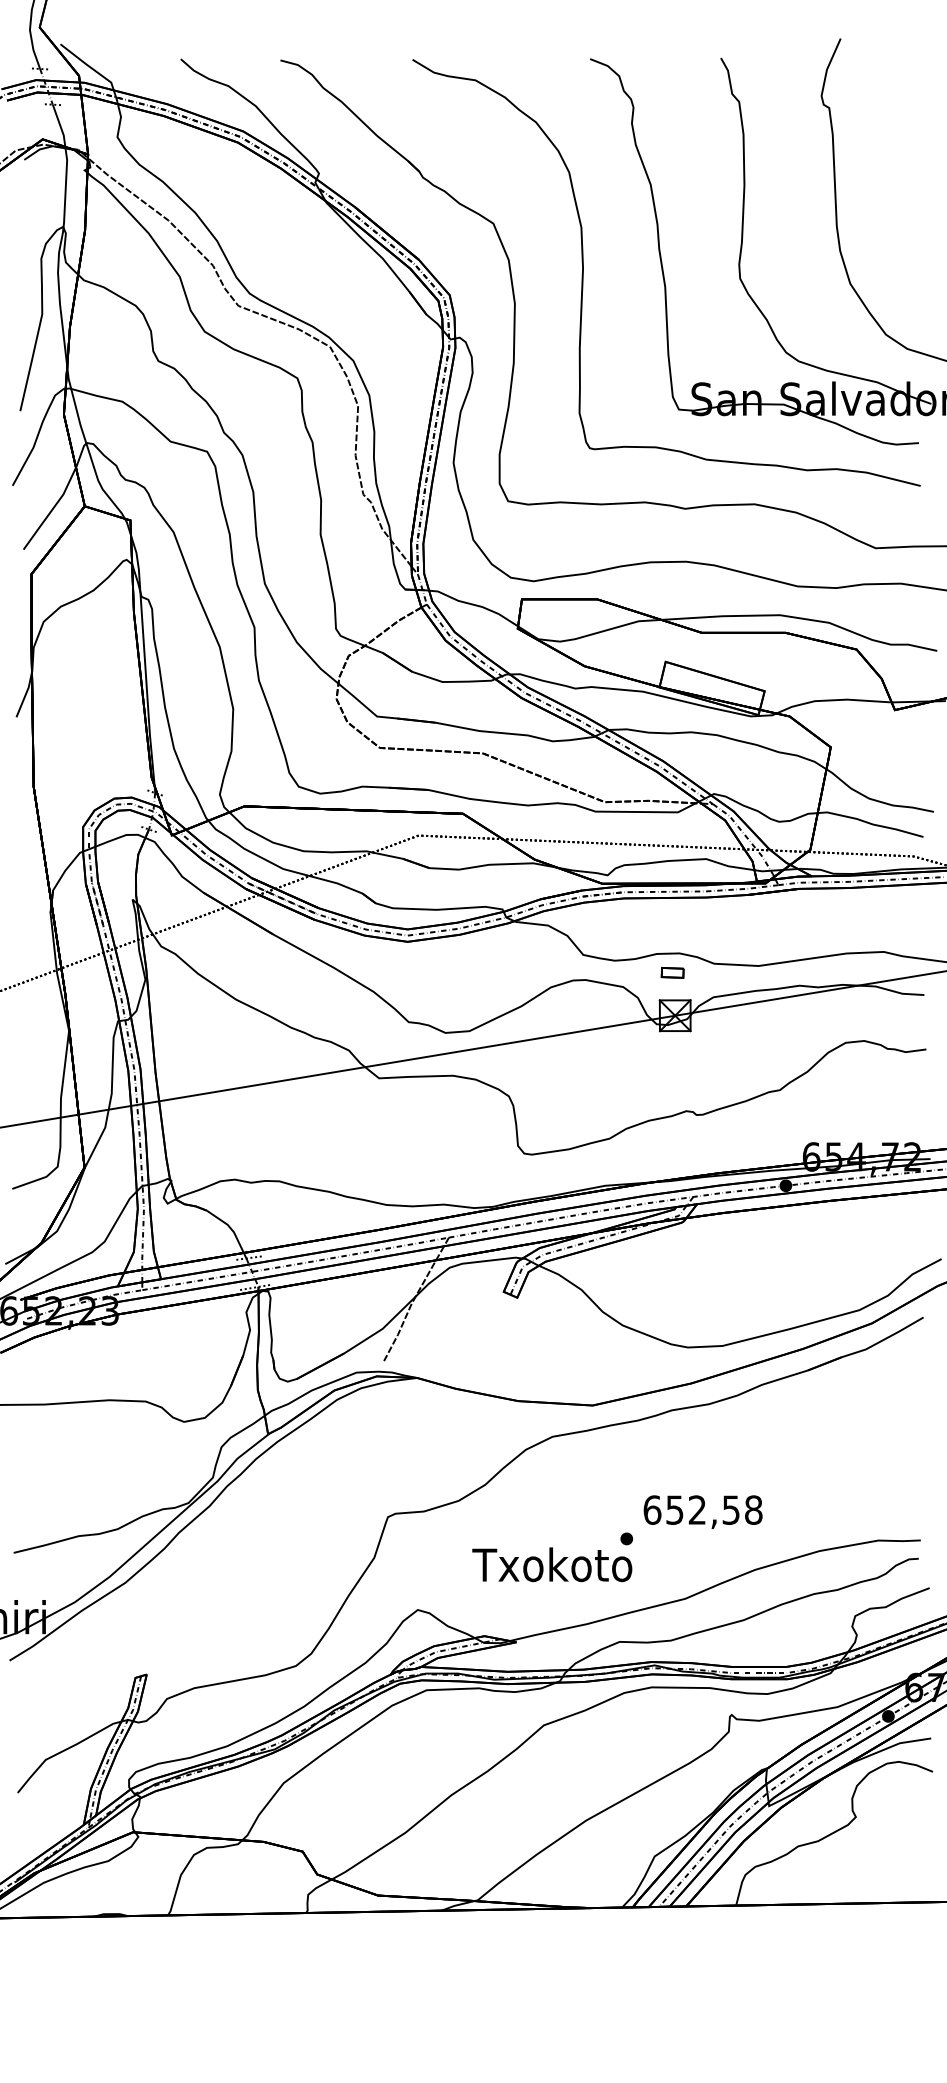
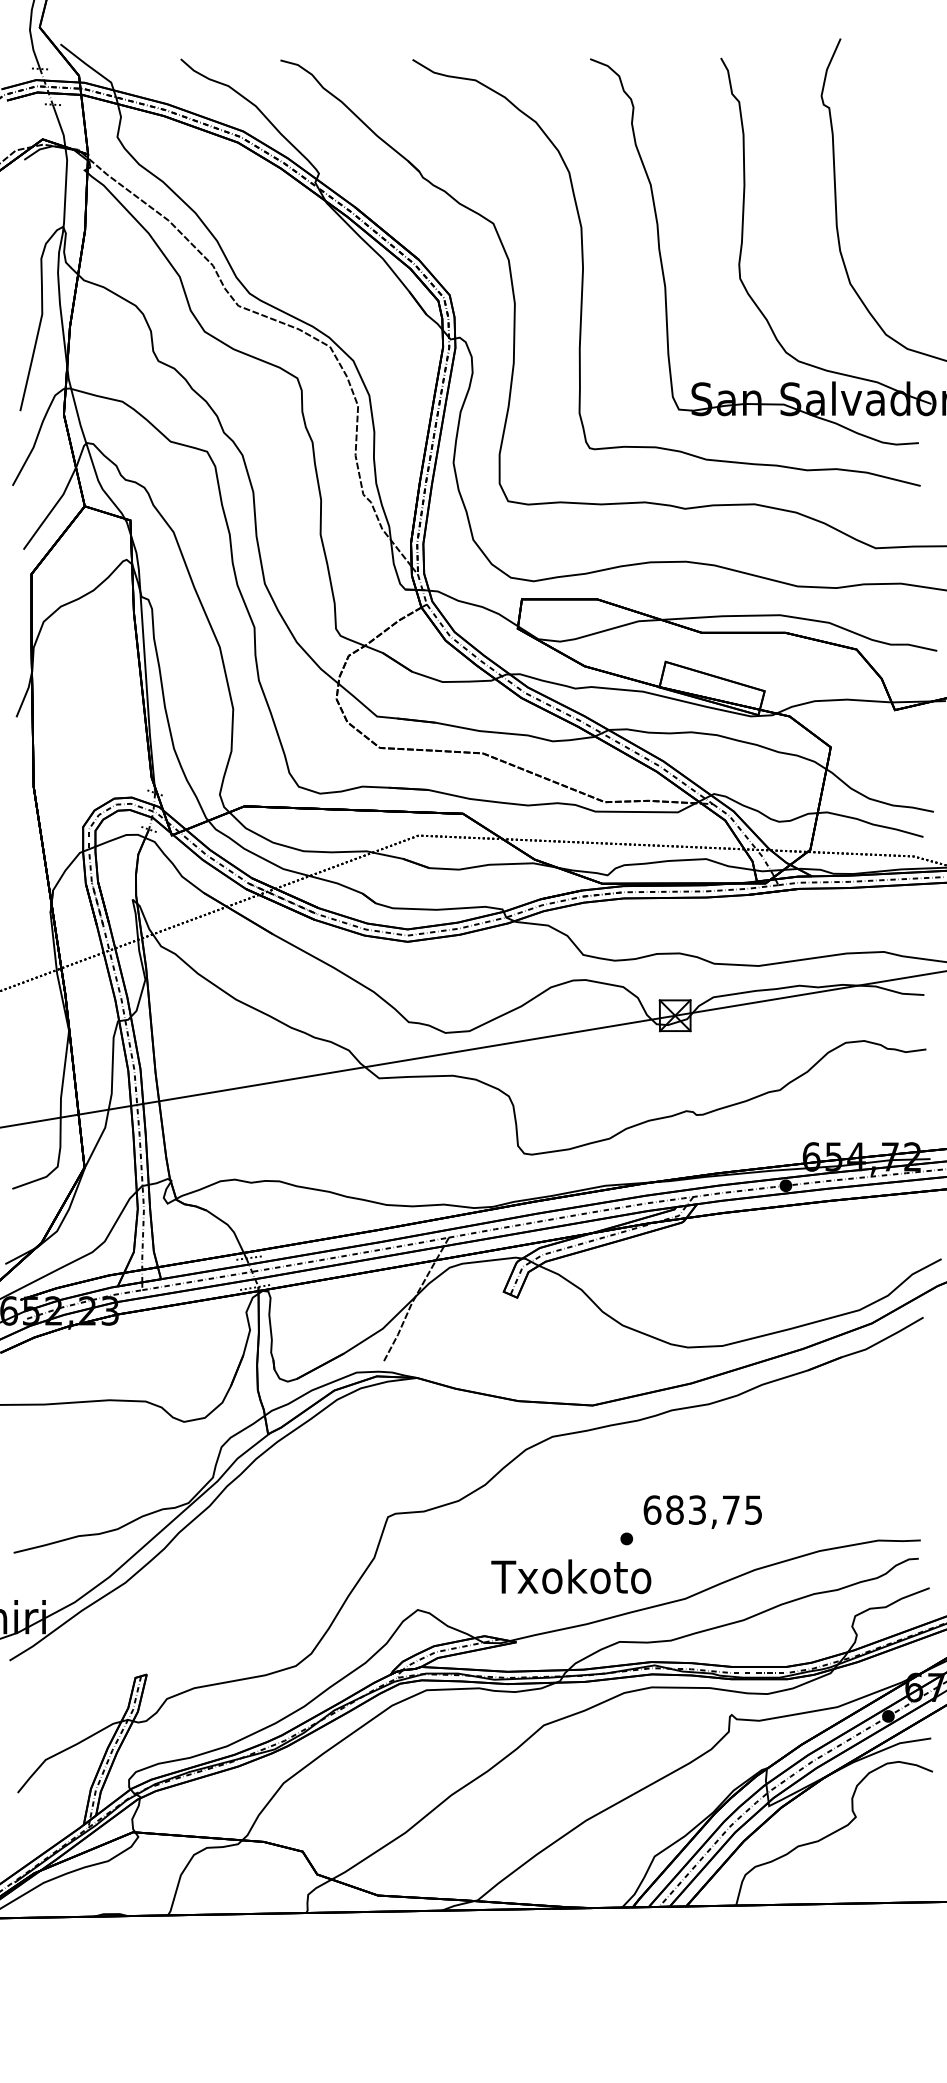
part at (672, 972): present -> none
text at (714, 1509): 652,58 -> 683,75
text at (552, 1564) position: (552, 1564) -> (571, 1576)
